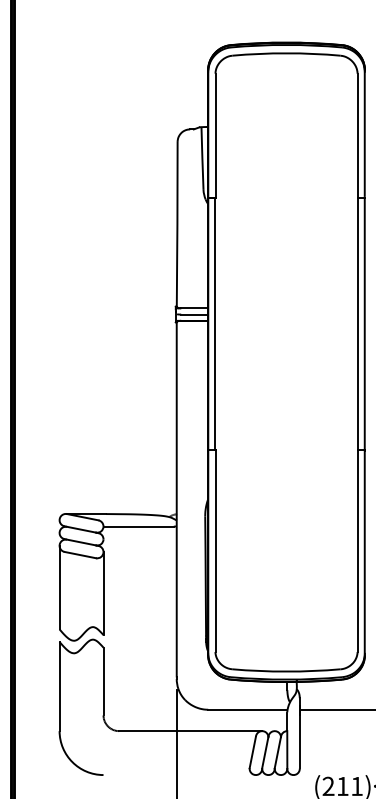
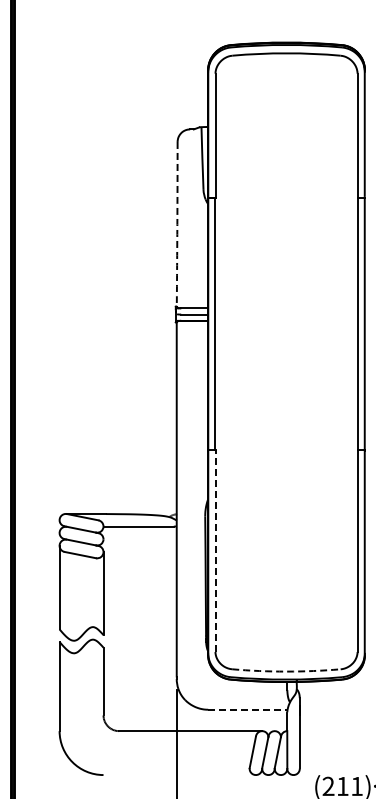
line at (177, 224): solid -> dashed
line at (215, 550): solid -> dashed
arc at (286, 671): solid -> dashed
line at (247, 709): solid -> dashed
line at (335, 709): present -> none
